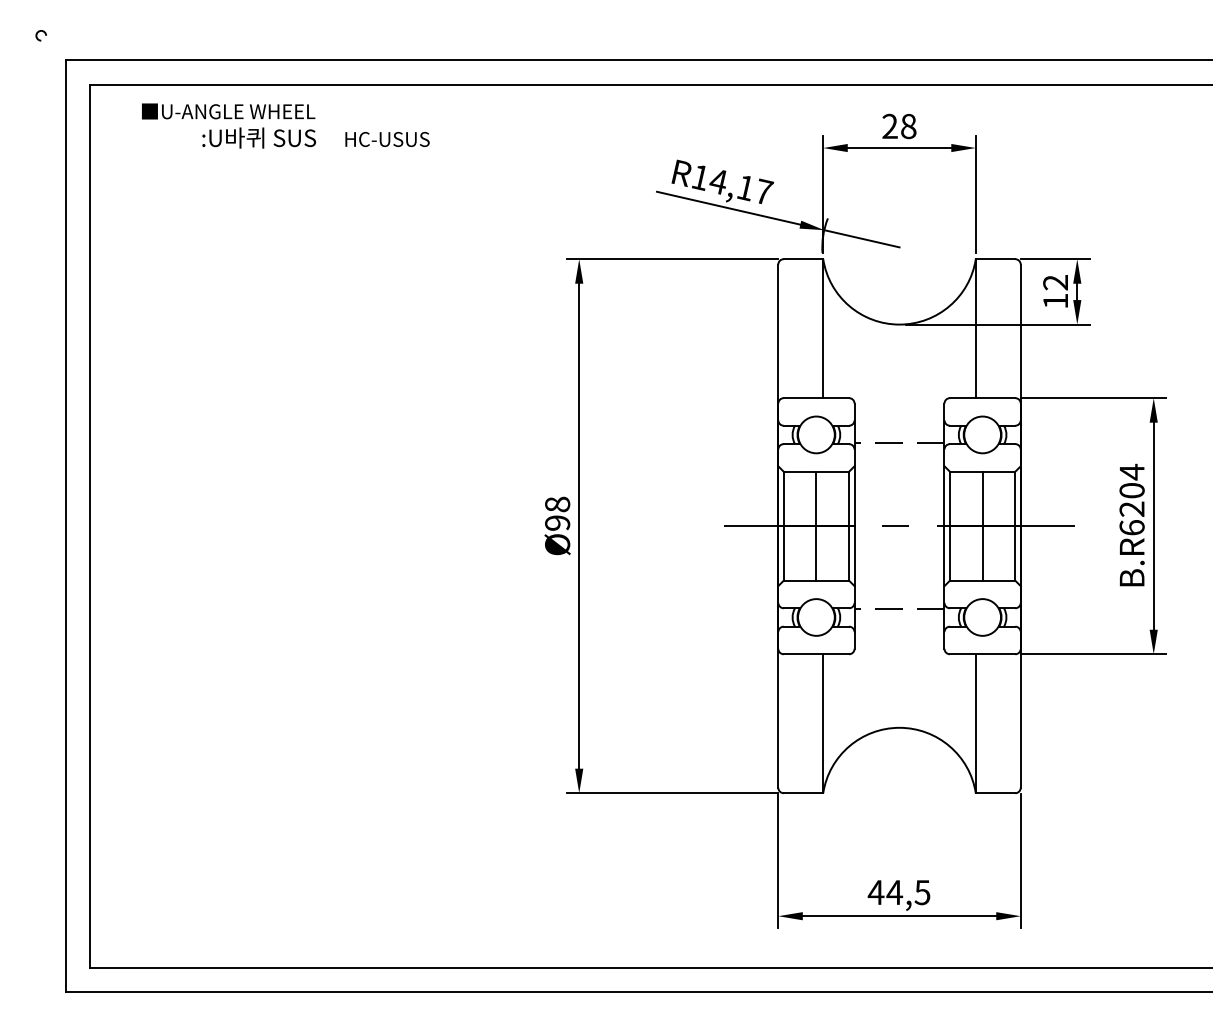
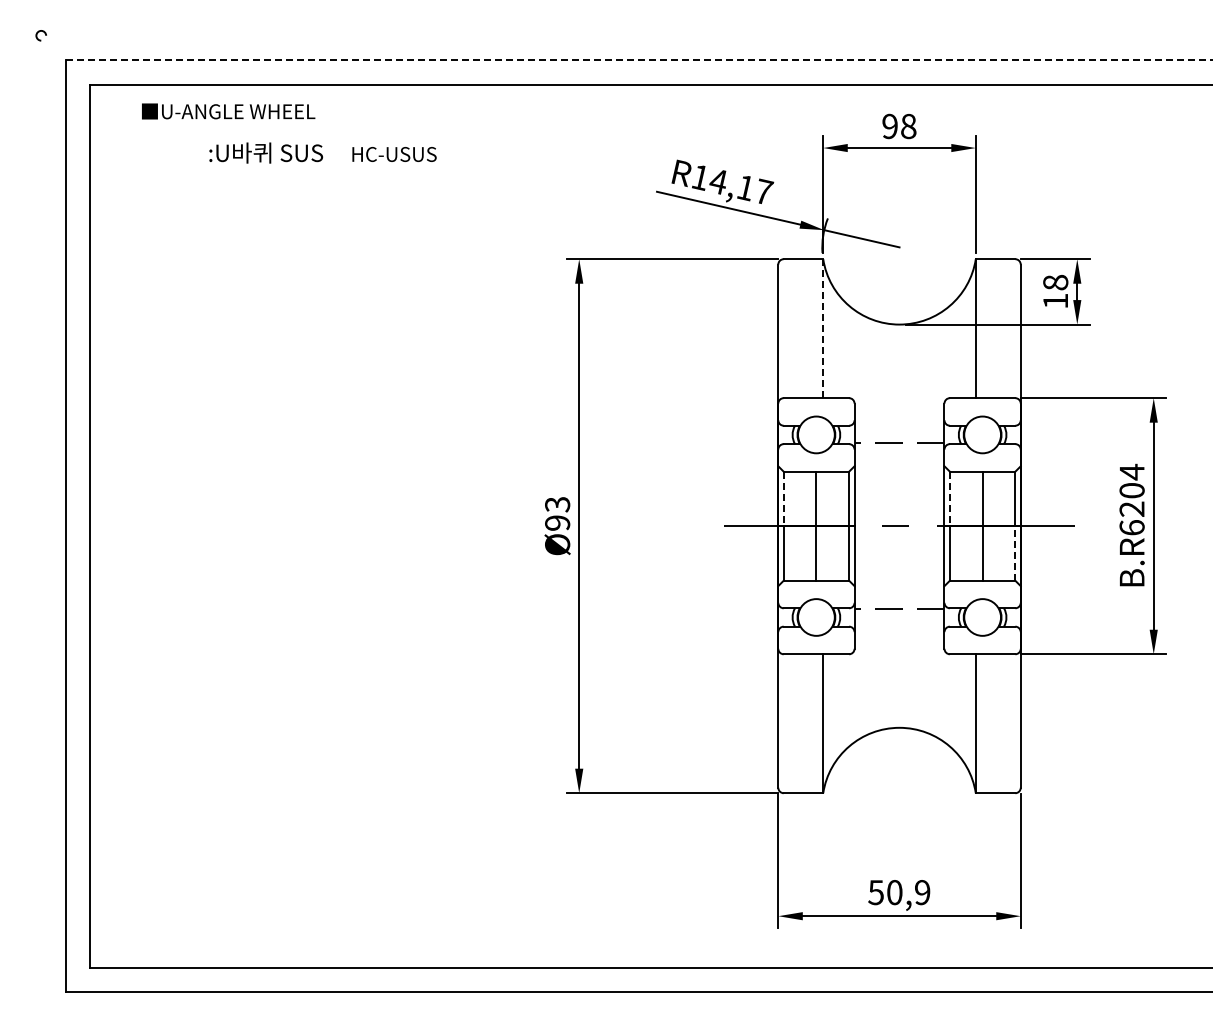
line at (639, 60): solid -> dashed
text at (889, 126): 28 -> 98
text at (315, 137) position: (315, 137) -> (322, 152)
text at (1055, 282): 12 -> 18
line at (823, 328): solid -> dashed
line at (783, 499): solid -> dashed
line at (949, 499): solid -> dashed
text at (557, 504): Ø98 -> Ø93
line at (1015, 552): solid -> dashed
text at (898, 892): 44,5 -> 50,9
